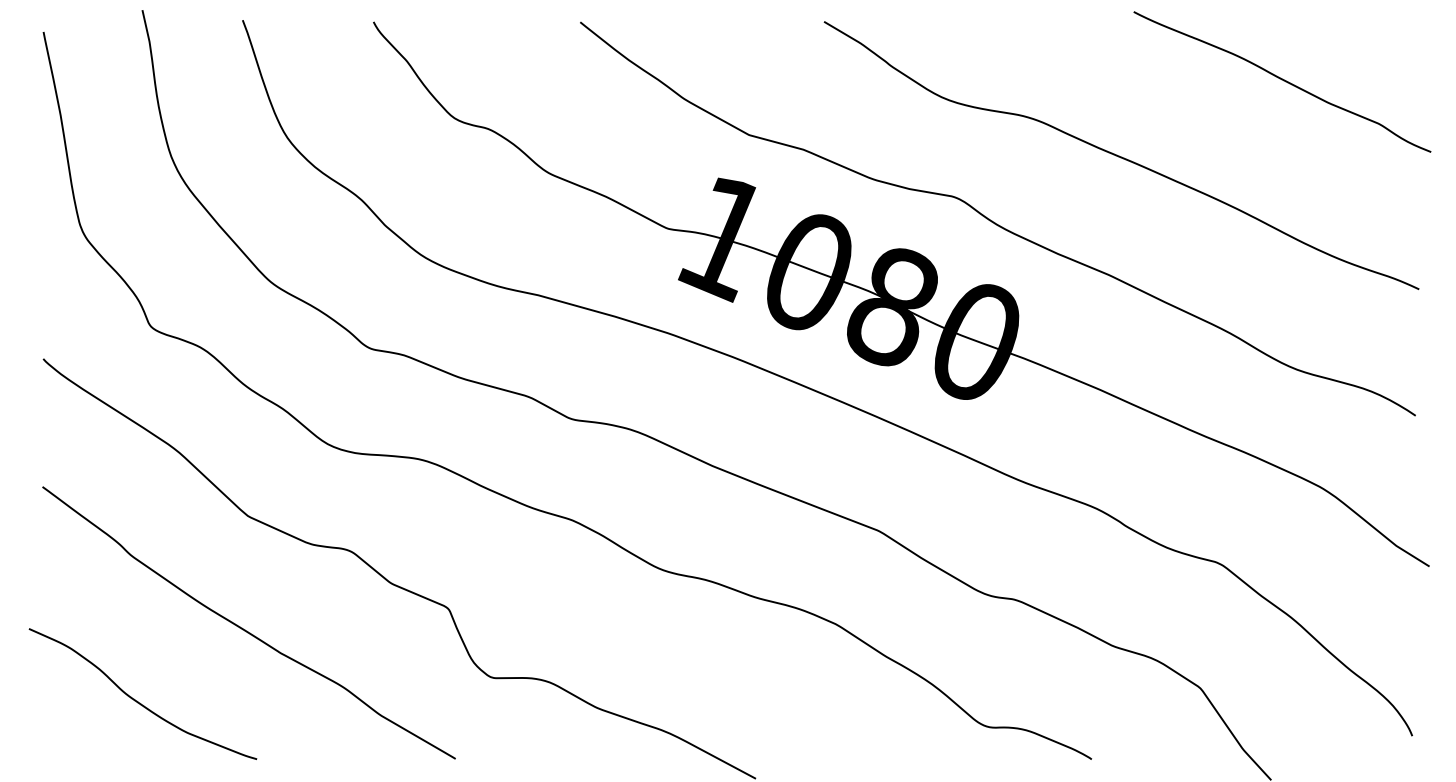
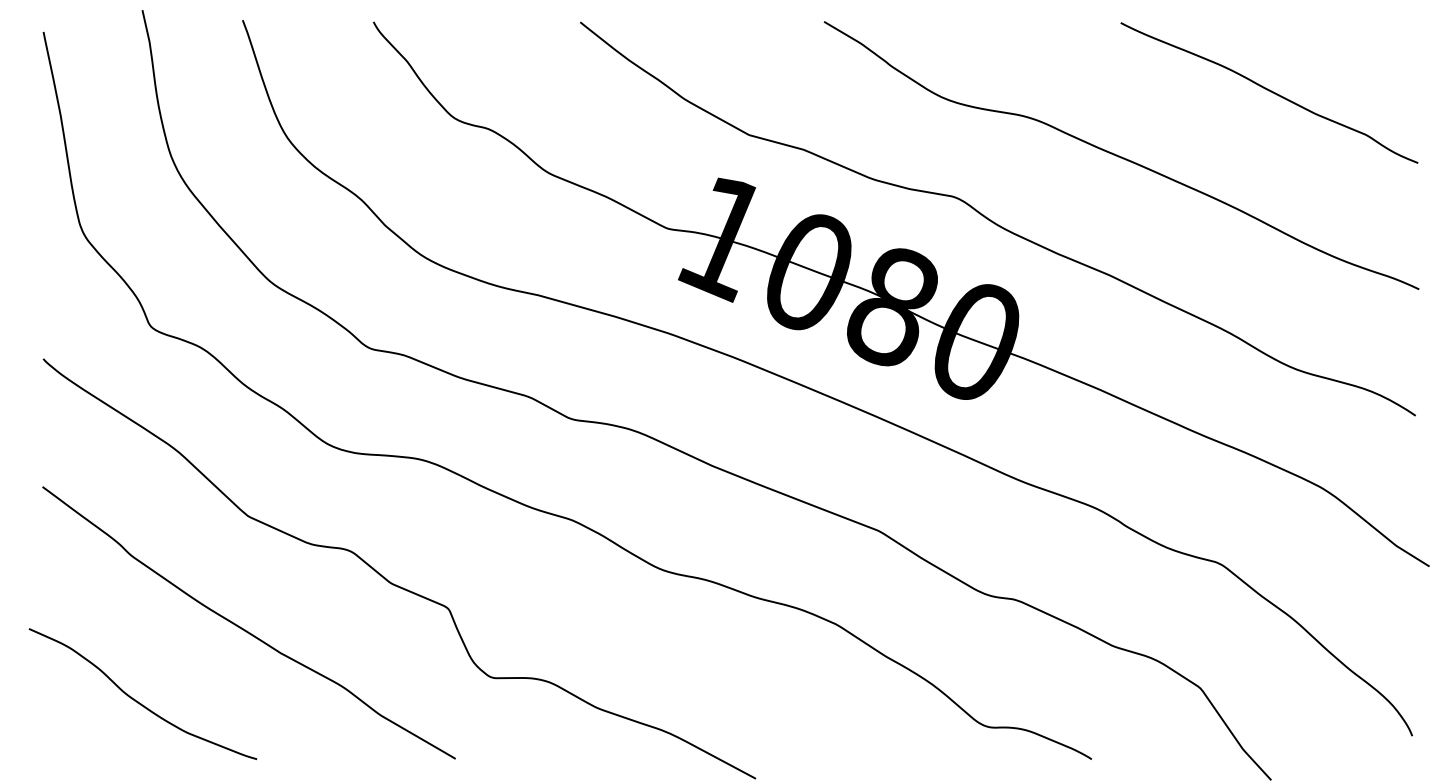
curve at (1282, 80) position: (1282, 80) -> (1269, 91)
